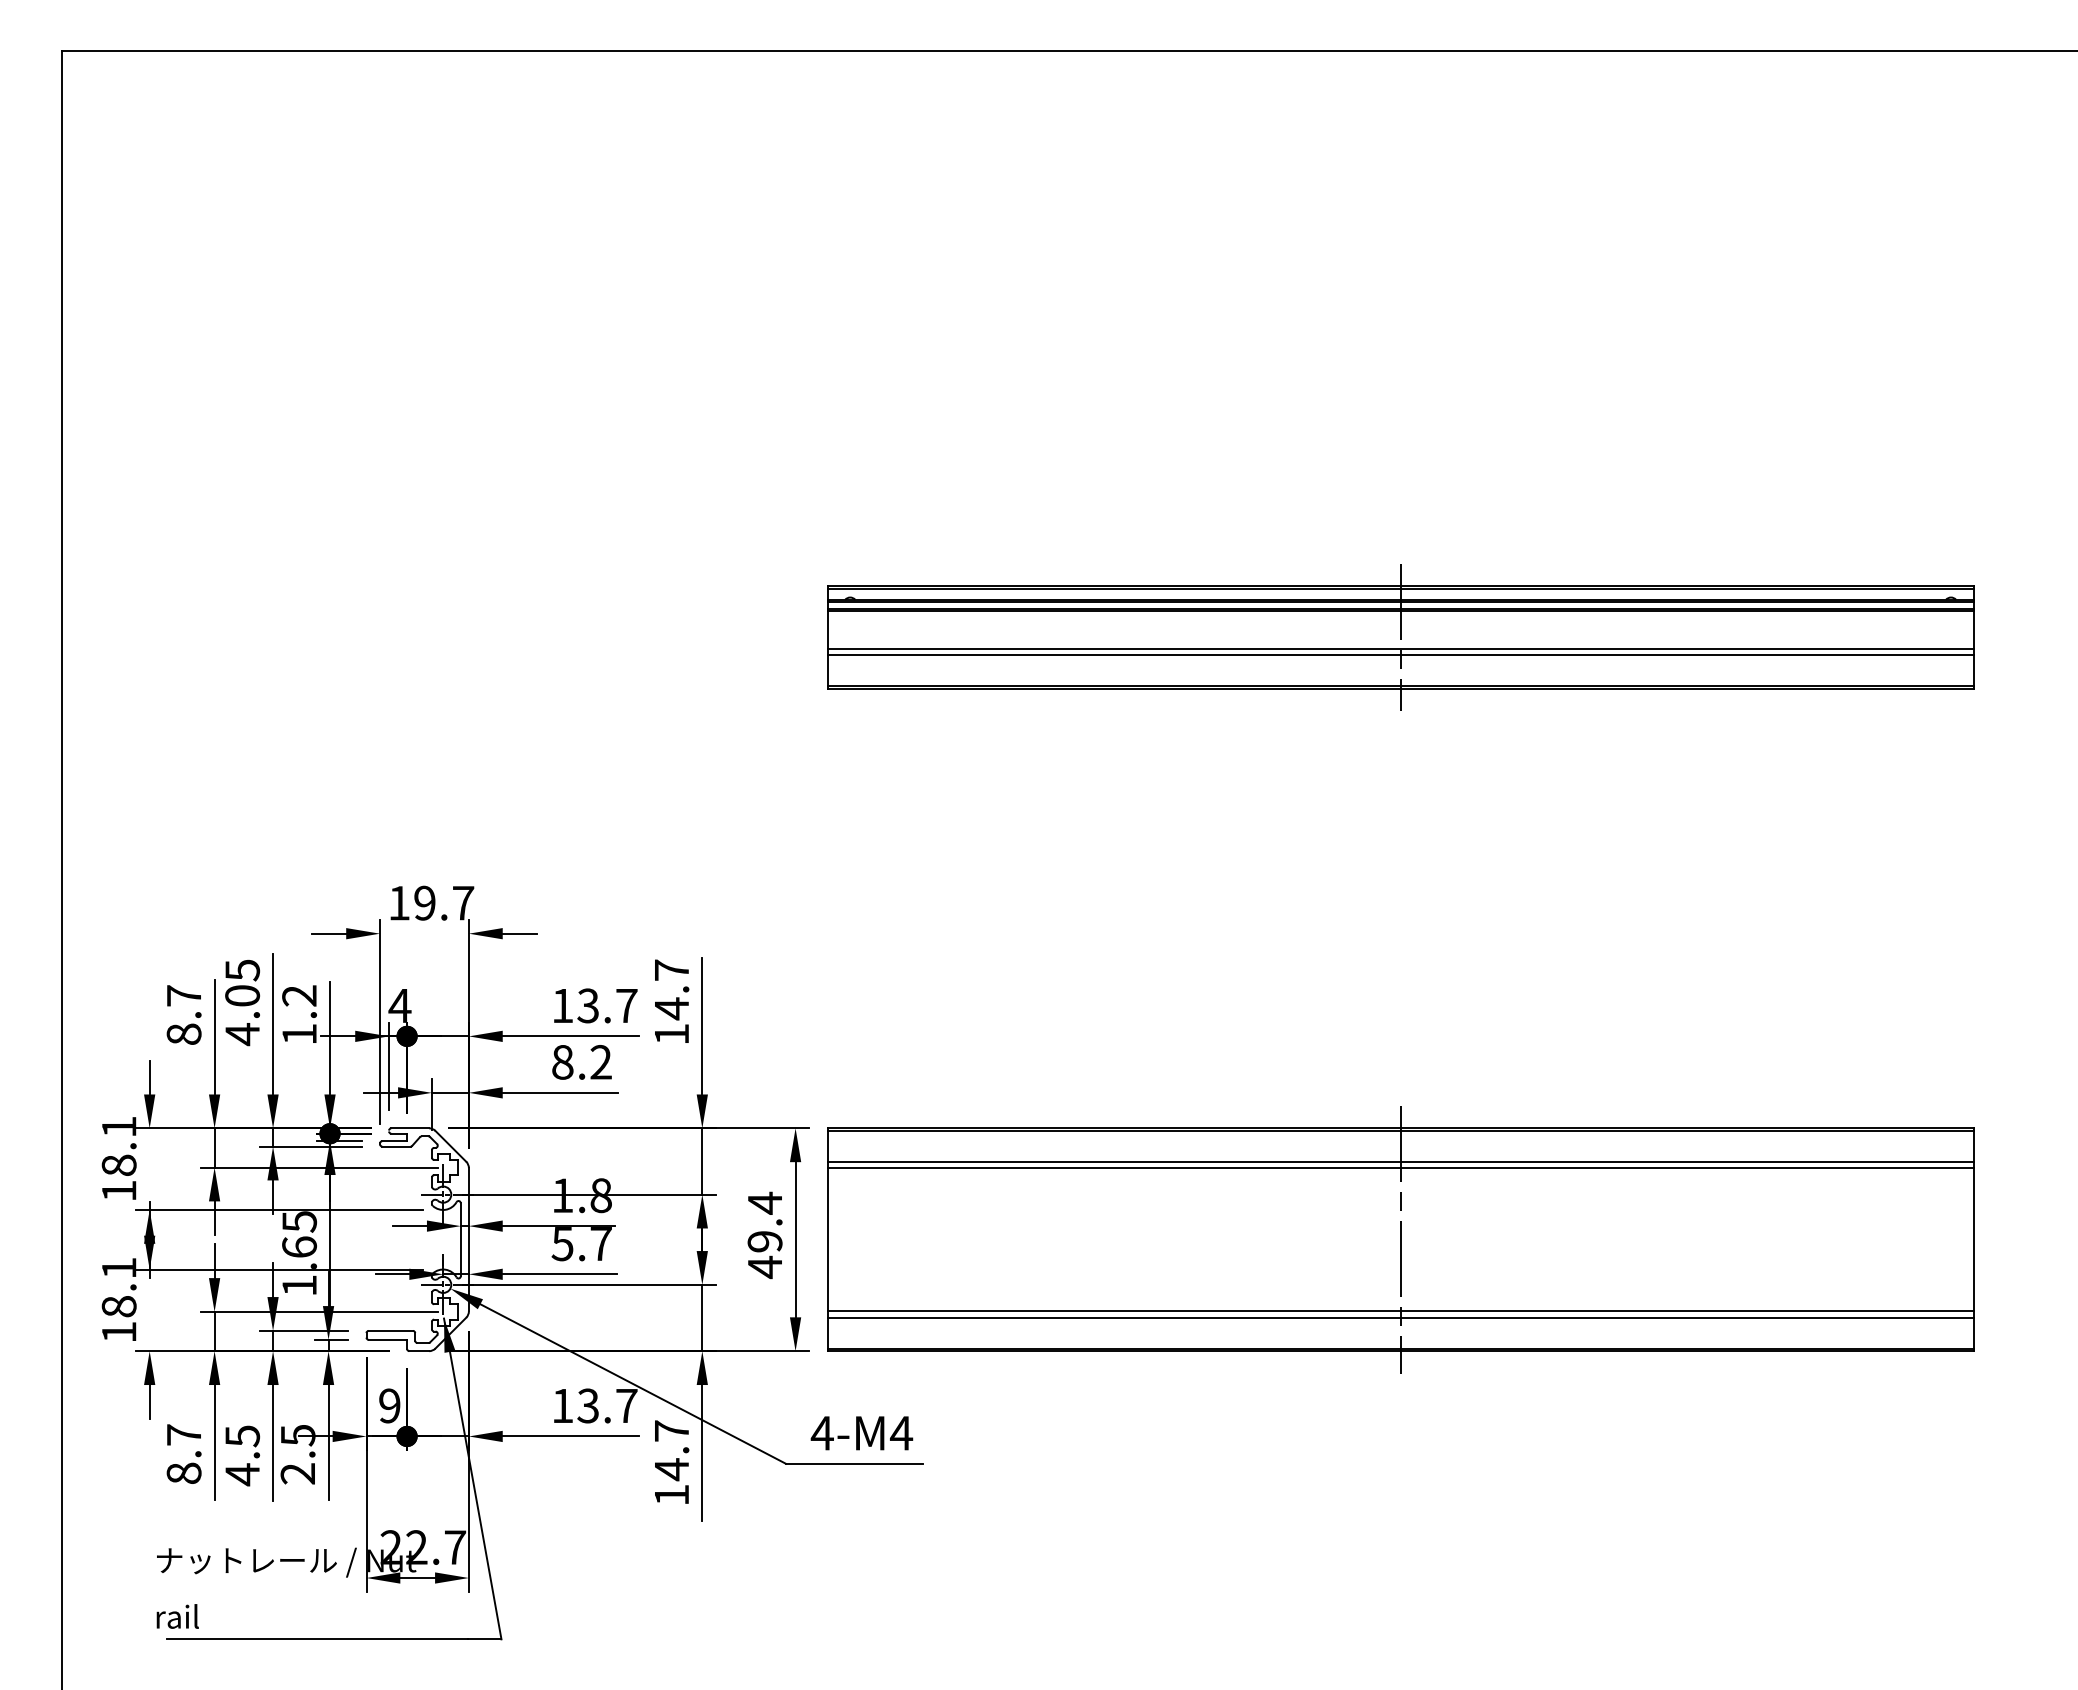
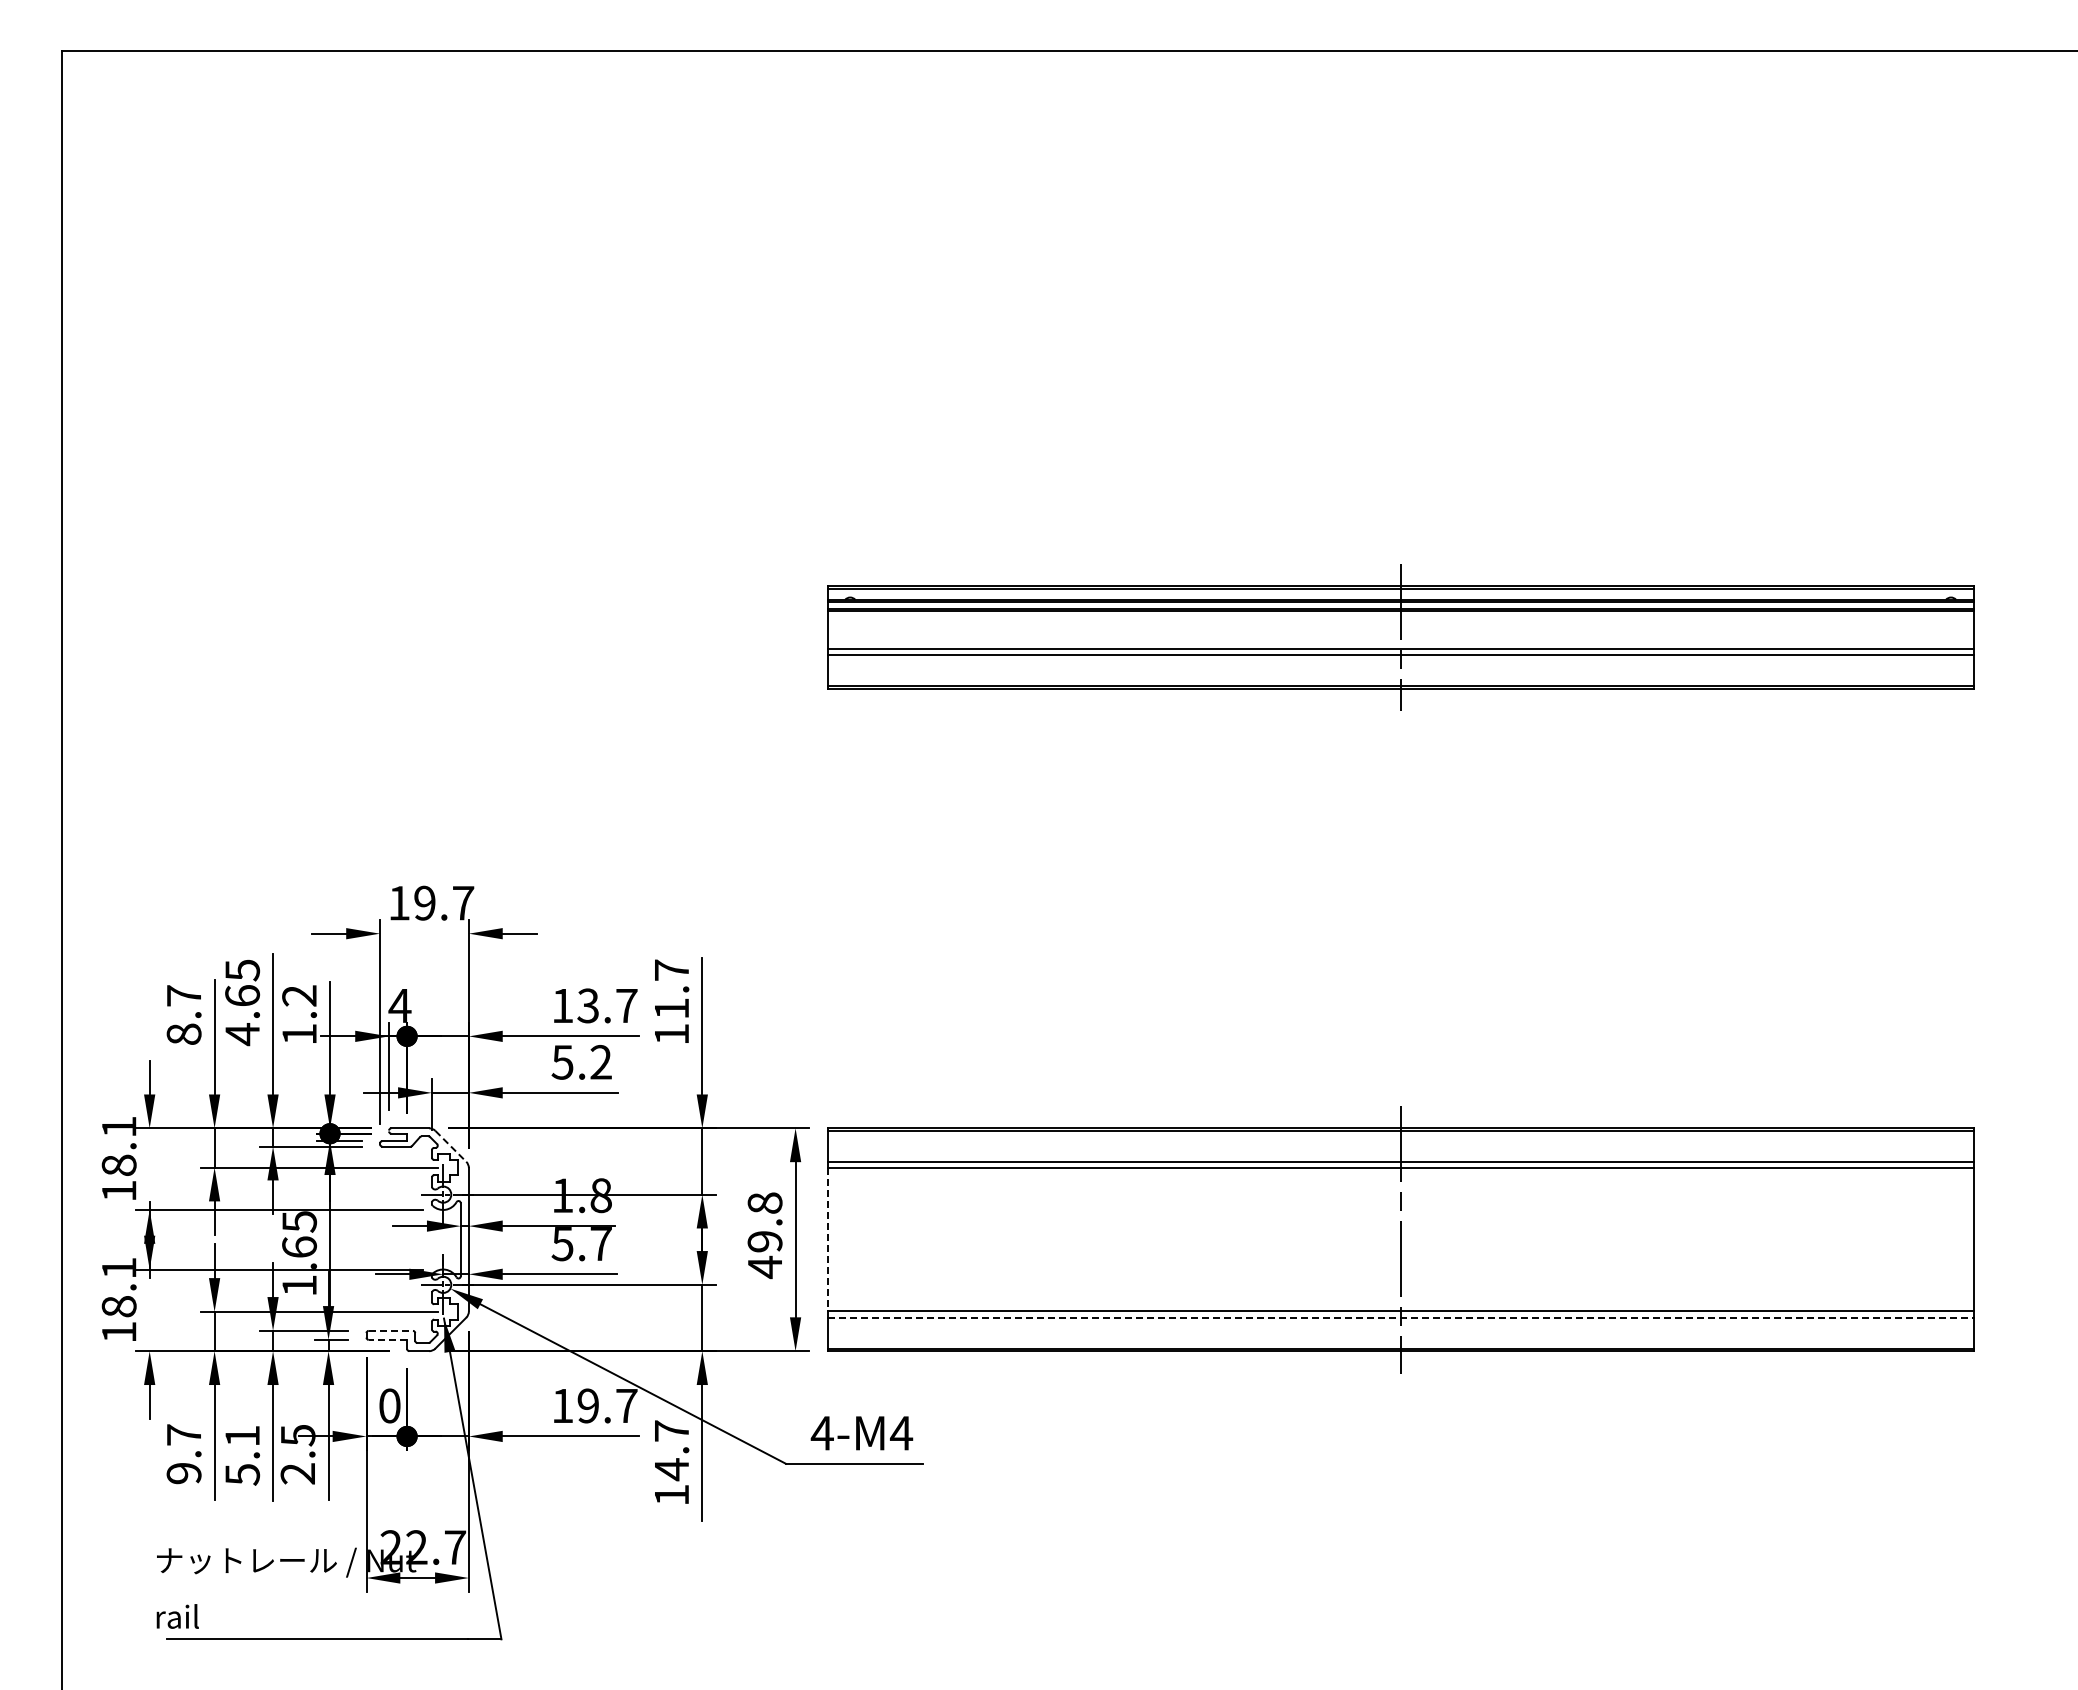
text at (242, 995): 4.05 -> 4.65
text at (671, 1008): 14.7 -> 11.7
text at (562, 1062): 8.2 -> 5.2
line at (450, 1146): solid -> dashed
text at (764, 1202): 49.4 -> 49.8
line at (827, 1239): solid -> dashed
line at (1400, 1317): solid -> dashed
line at (391, 1330): solid -> dashed
line at (387, 1339): solid -> dashed
text at (389, 1405): 9 -> 0
text at (587, 1405): 13.7 -> 19.7
text at (242, 1455): 4.5 -> 5.1
text at (183, 1473): 8.7 -> 9.7
